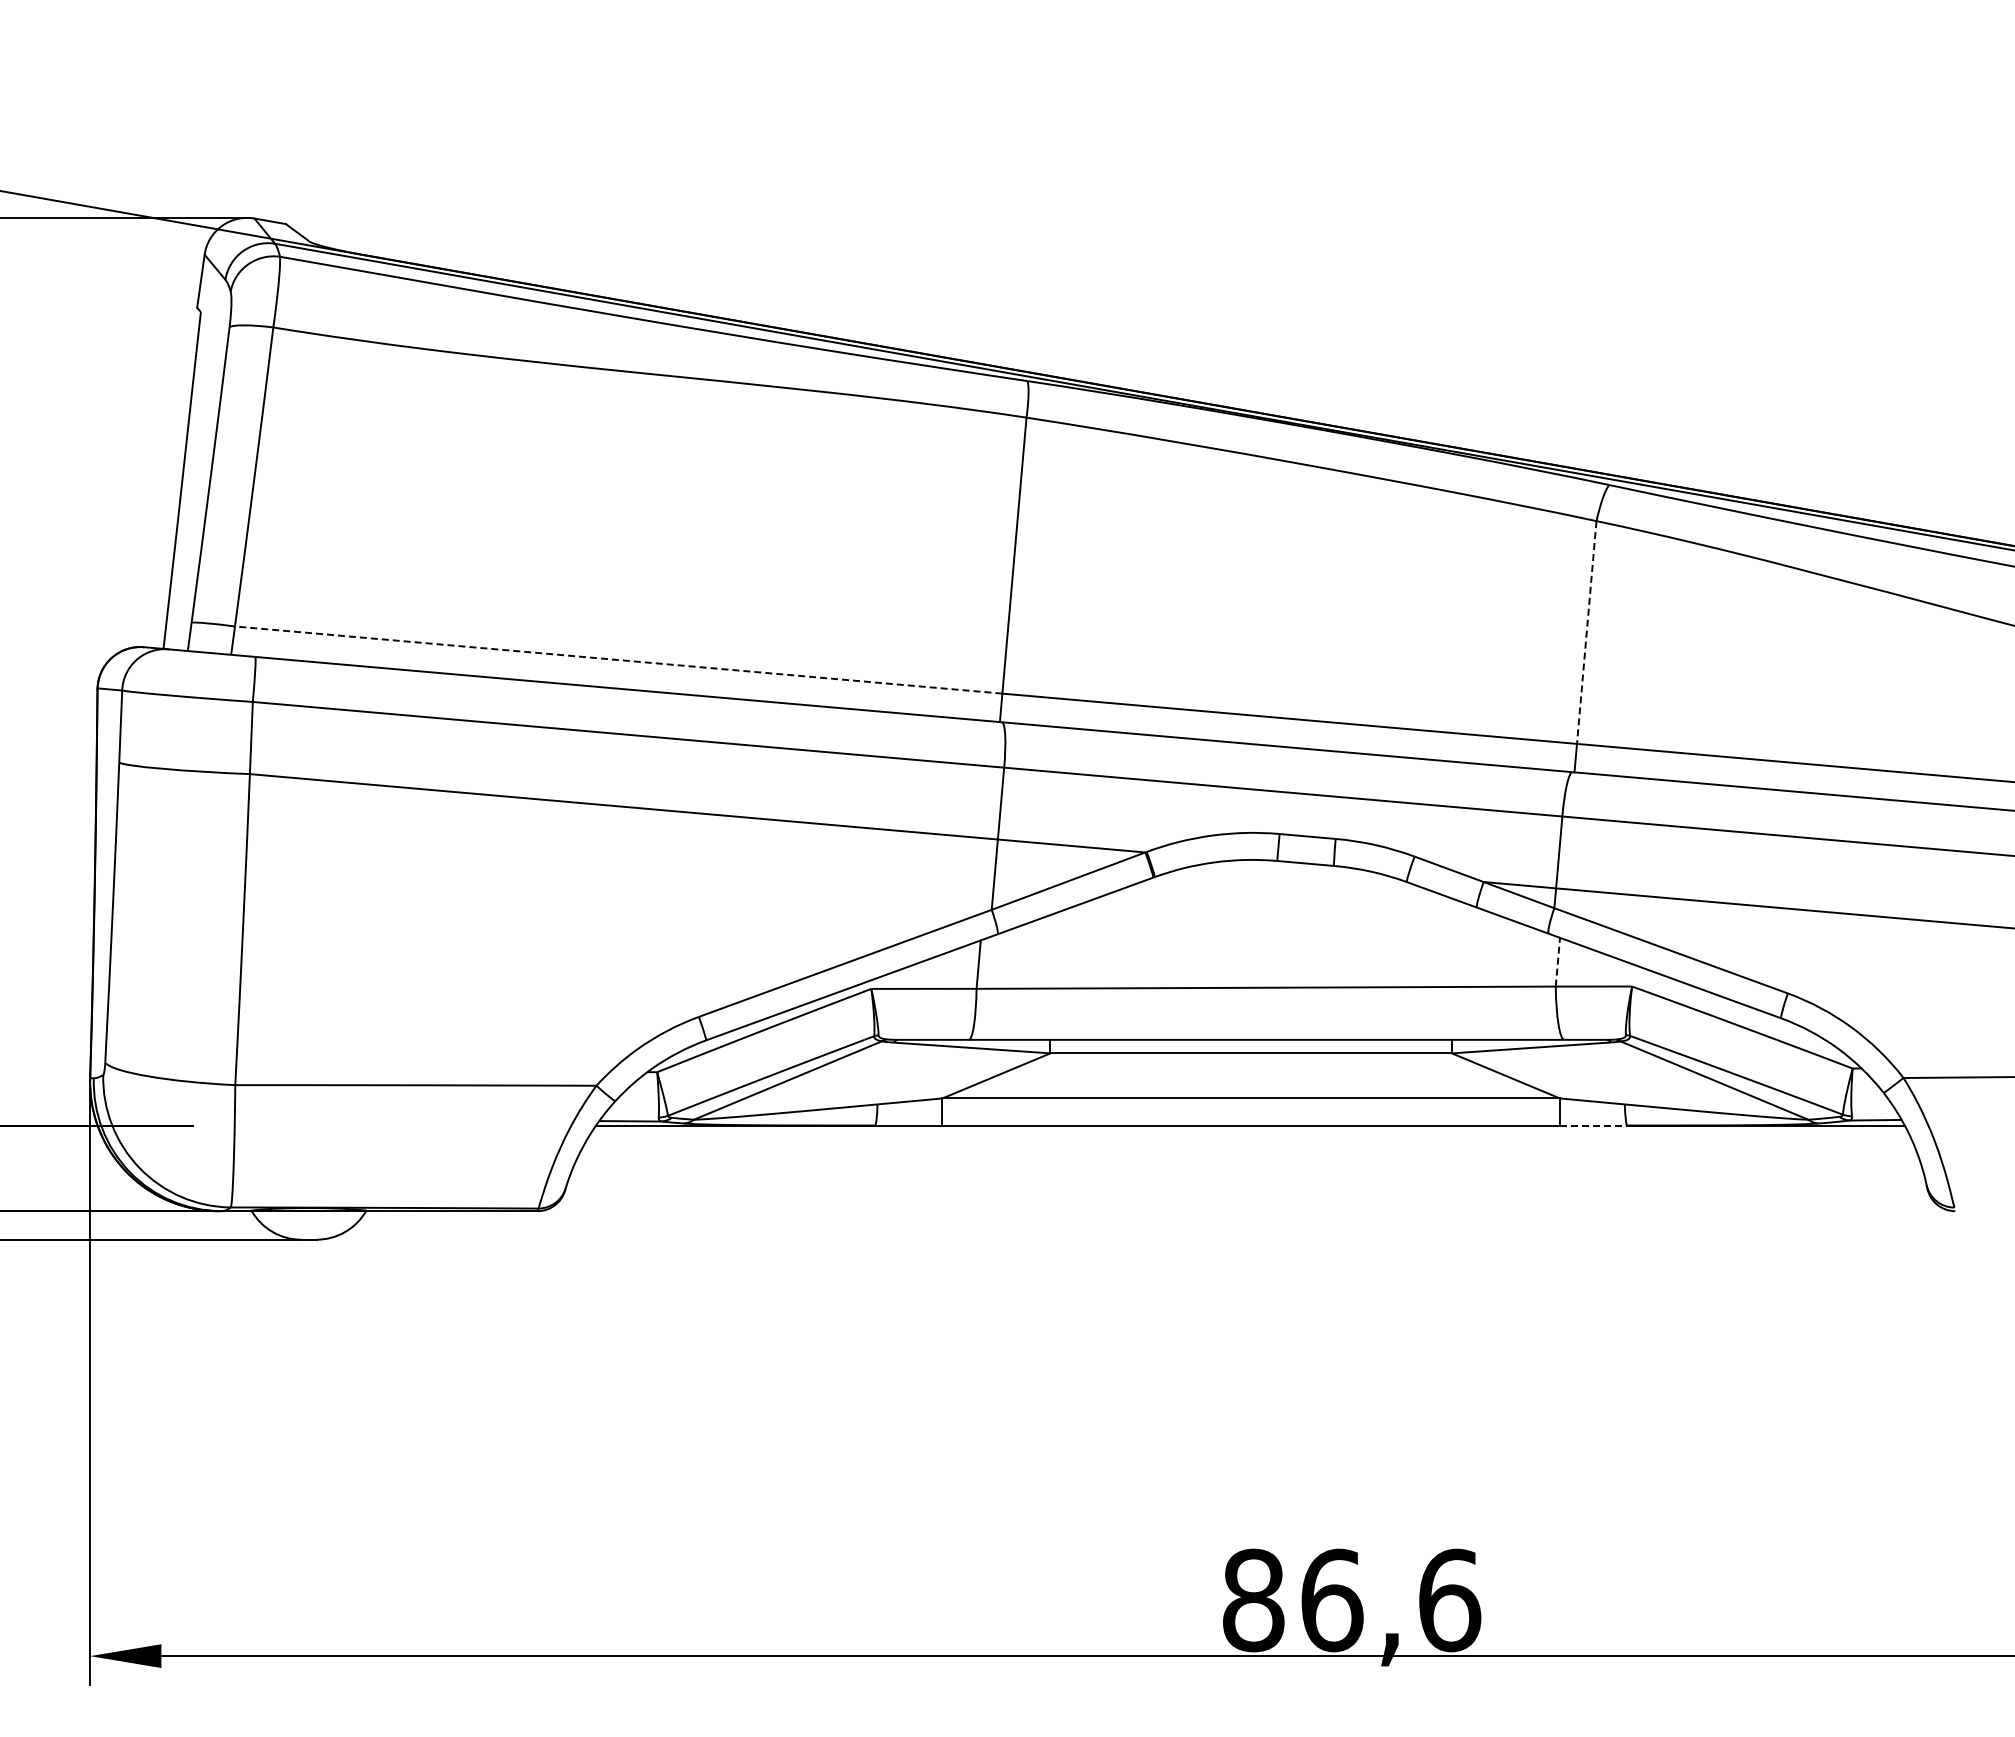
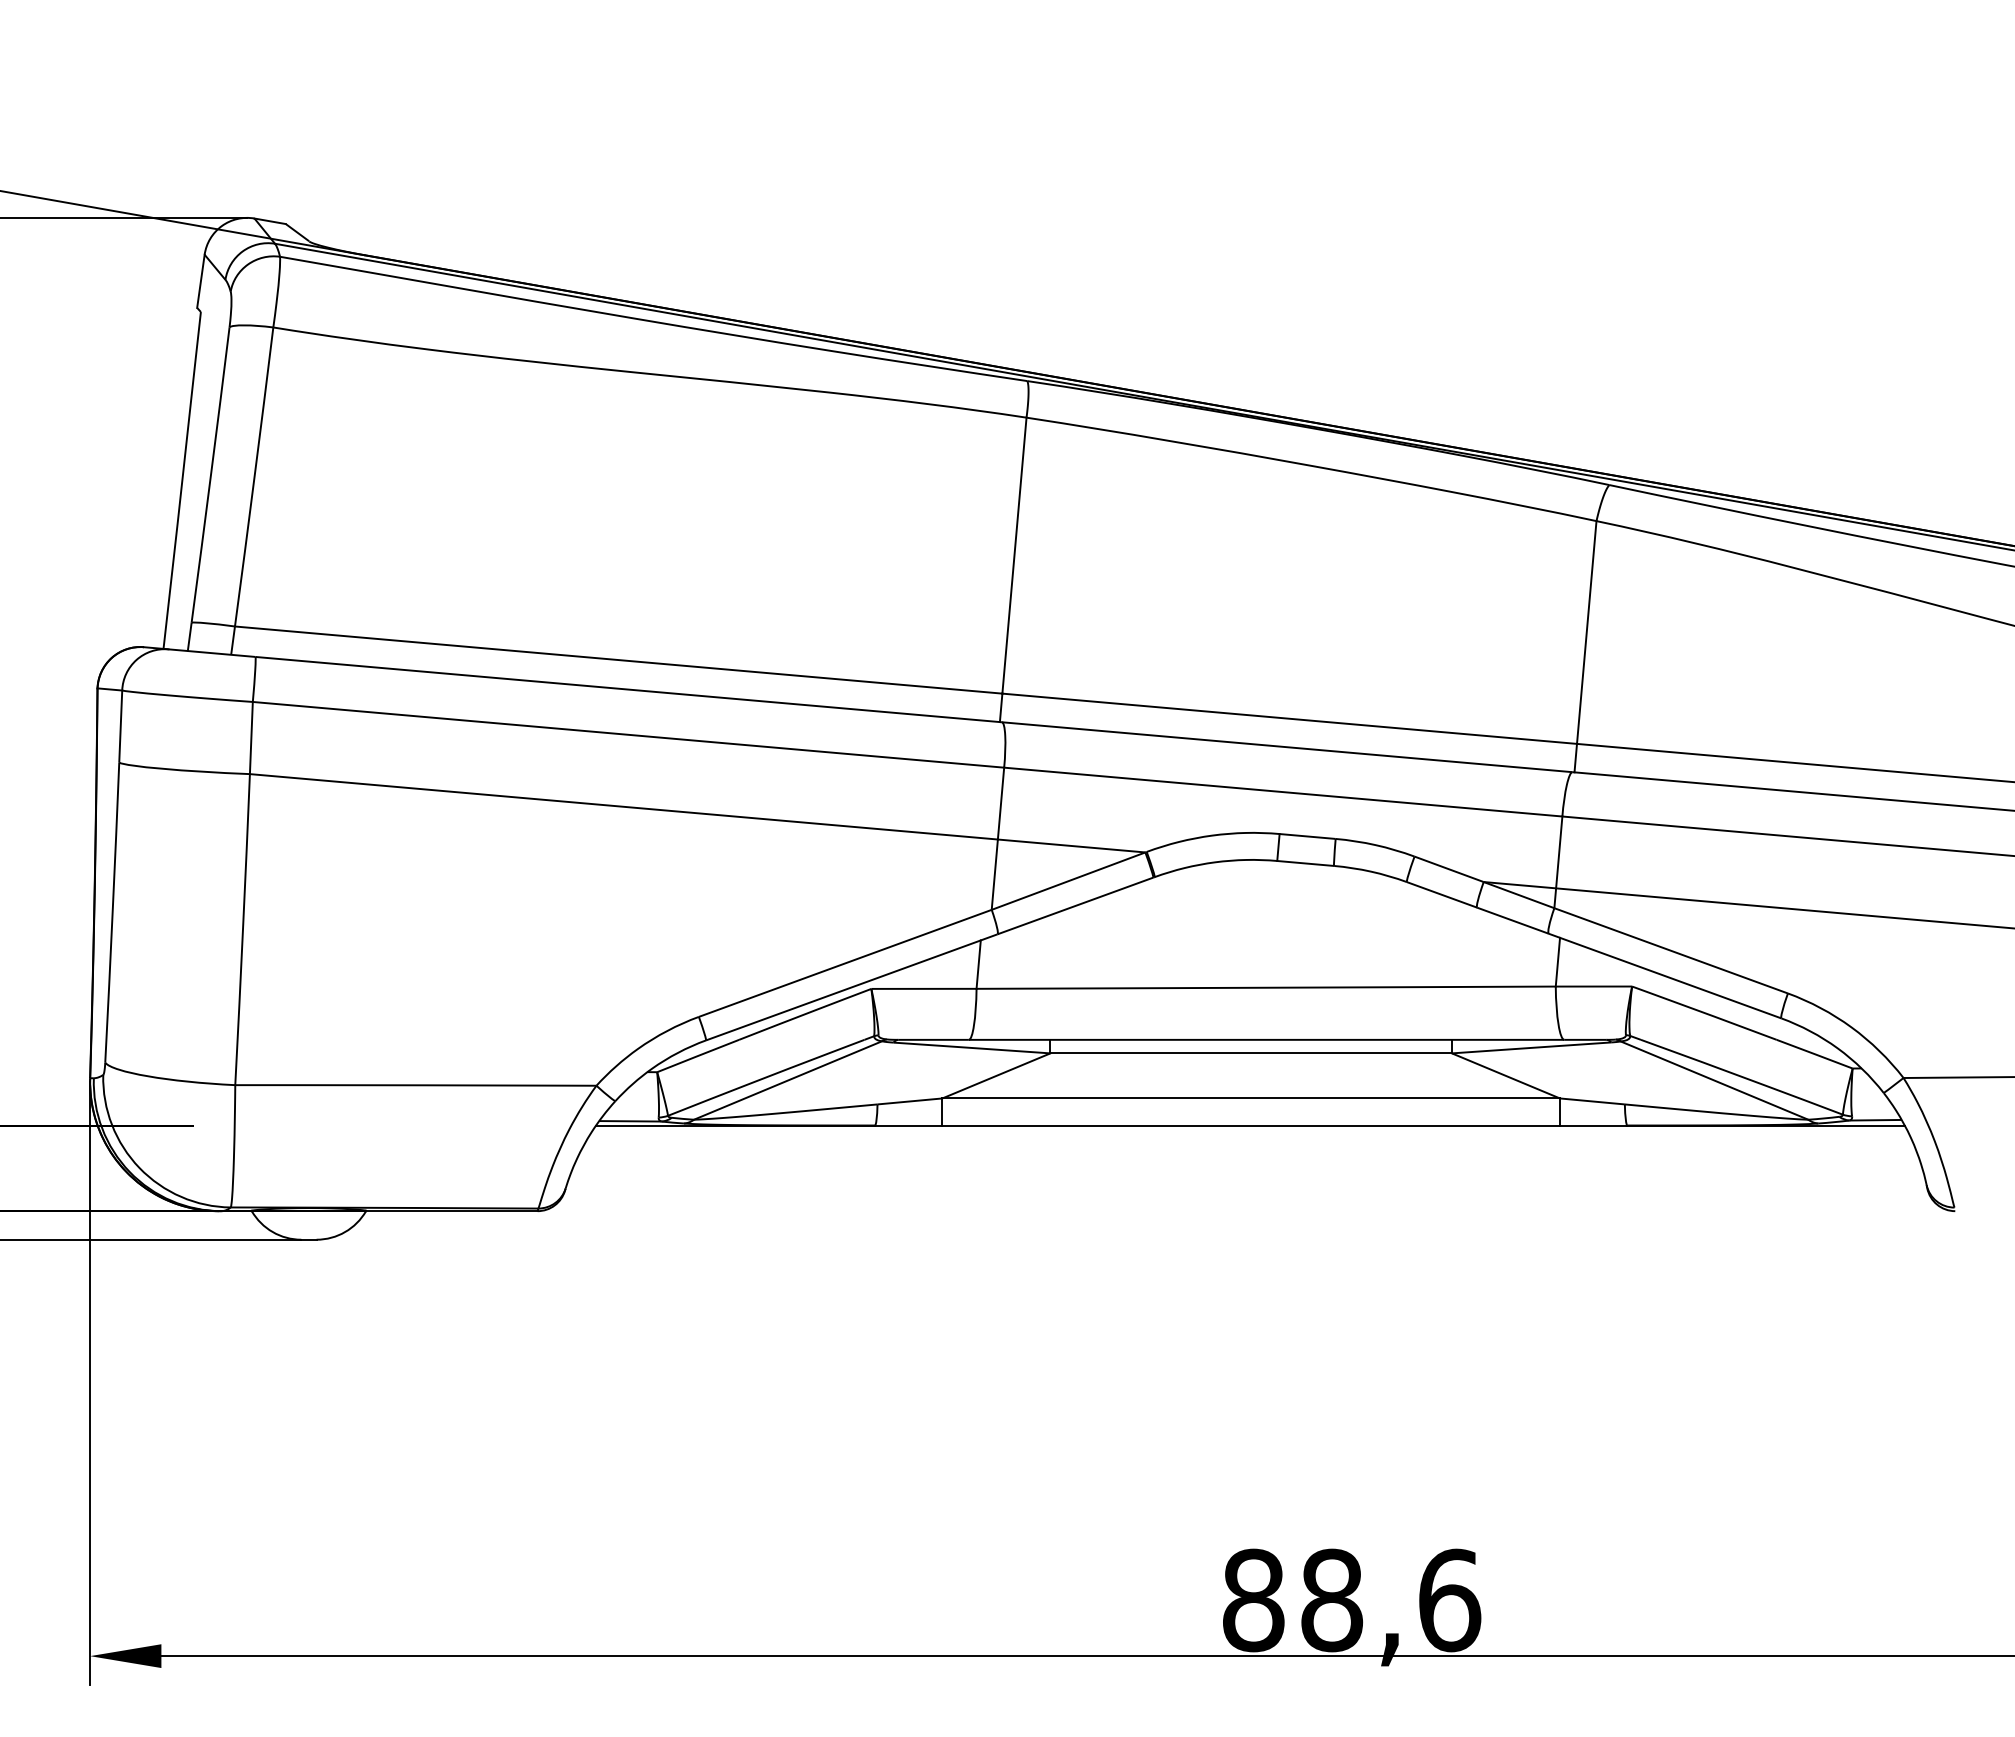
line at (1586, 632): dashed -> solid
line at (618, 660): dashed -> solid
line at (1557, 961): dashed -> solid
line at (1593, 1125): dashed -> solid
text at (1332, 1600): 86,6 -> 88,6
